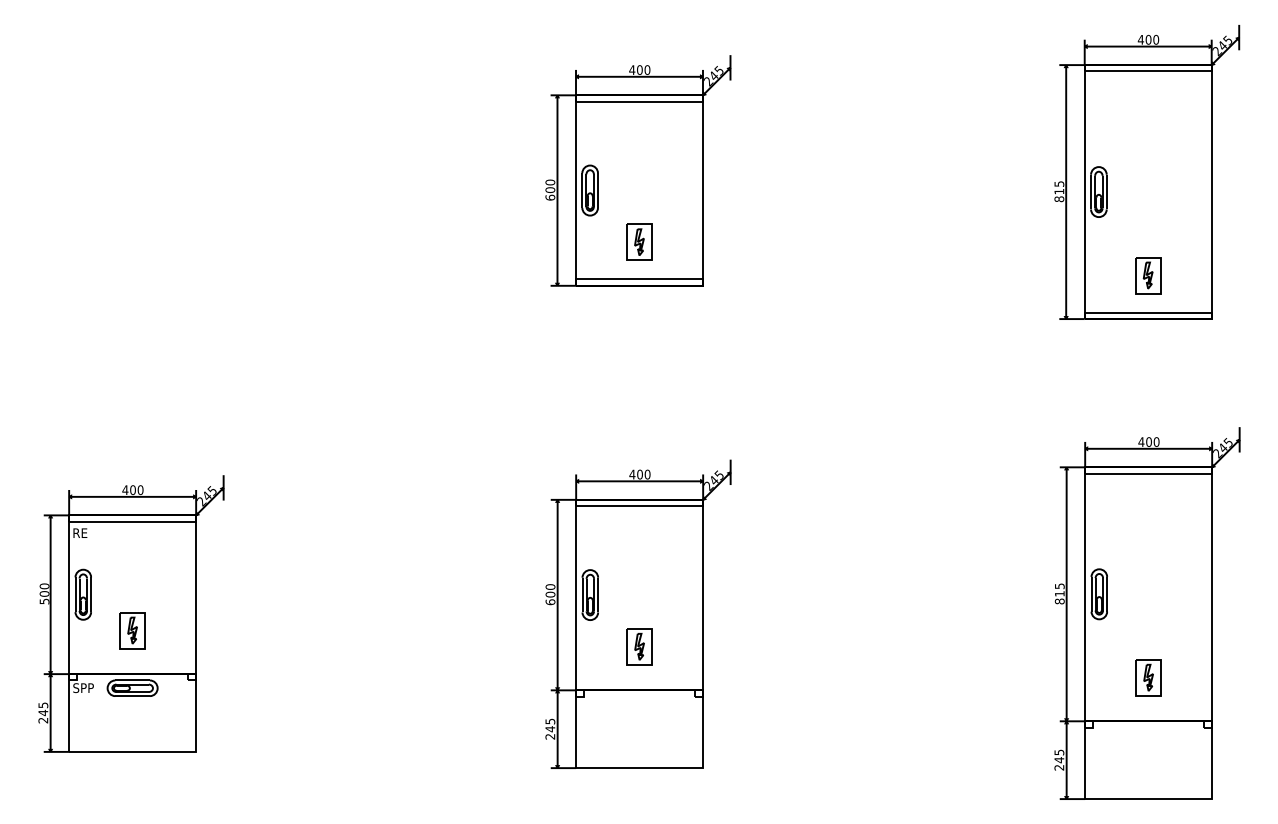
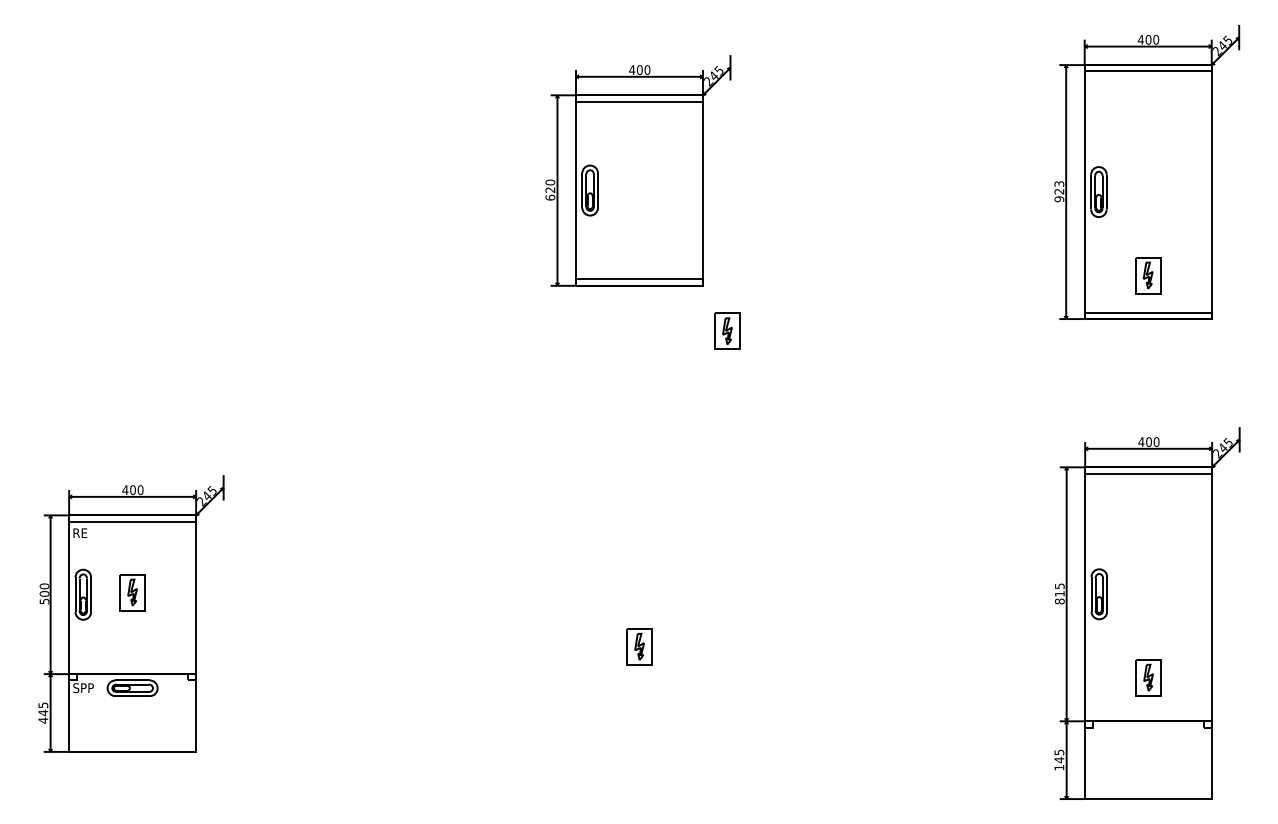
text at (550, 190): 600 -> 620
text at (1059, 191): 815 -> 923
part at (639, 241) position: (639, 241) -> (727, 330)
part at (638, 613): present -> none
part at (132, 630) position: (132, 630) -> (132, 592)
text at (43, 720): 245 -> 445
text at (1059, 767): 245 -> 145
